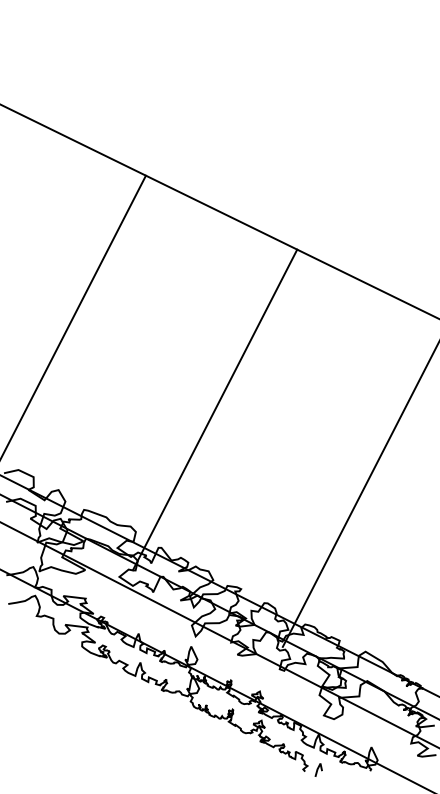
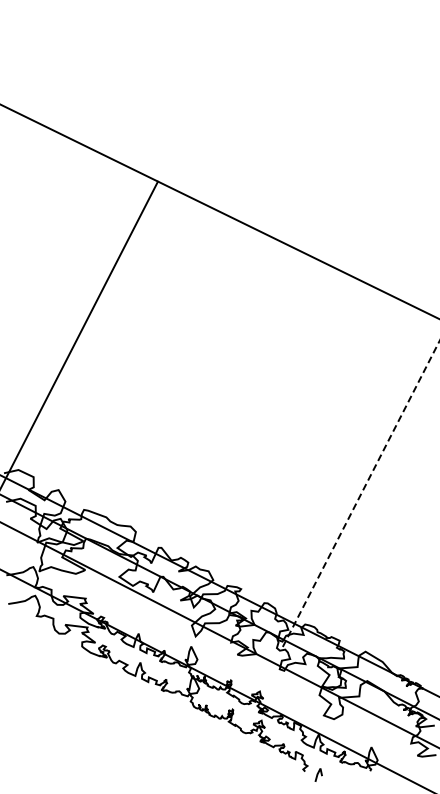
line at (73, 315) position: (73, 315) -> (79, 333)
line at (214, 409): present -> none
line at (361, 493): solid -> dashed
line at (318, 769) position: (318, 769) -> (318, 774)
